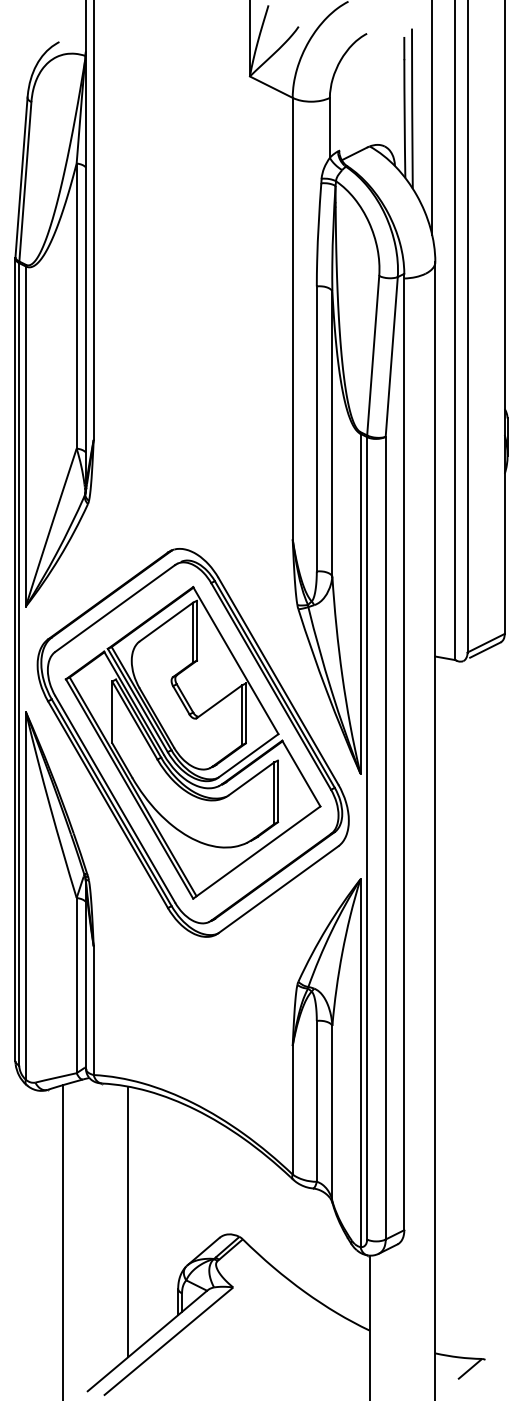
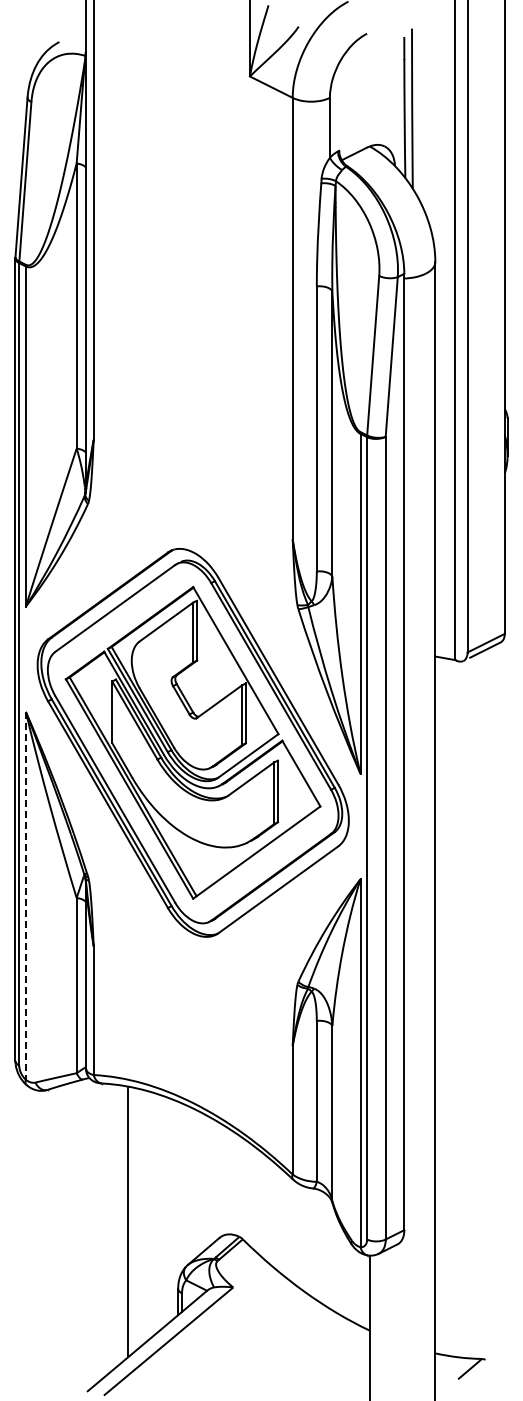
line at (432, 118): present -> none
line at (25, 895): solid -> dashed
line at (62, 1241): present -> none
